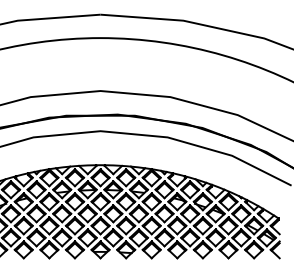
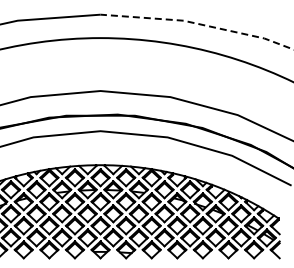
line at (198, 23): solid -> dashed
